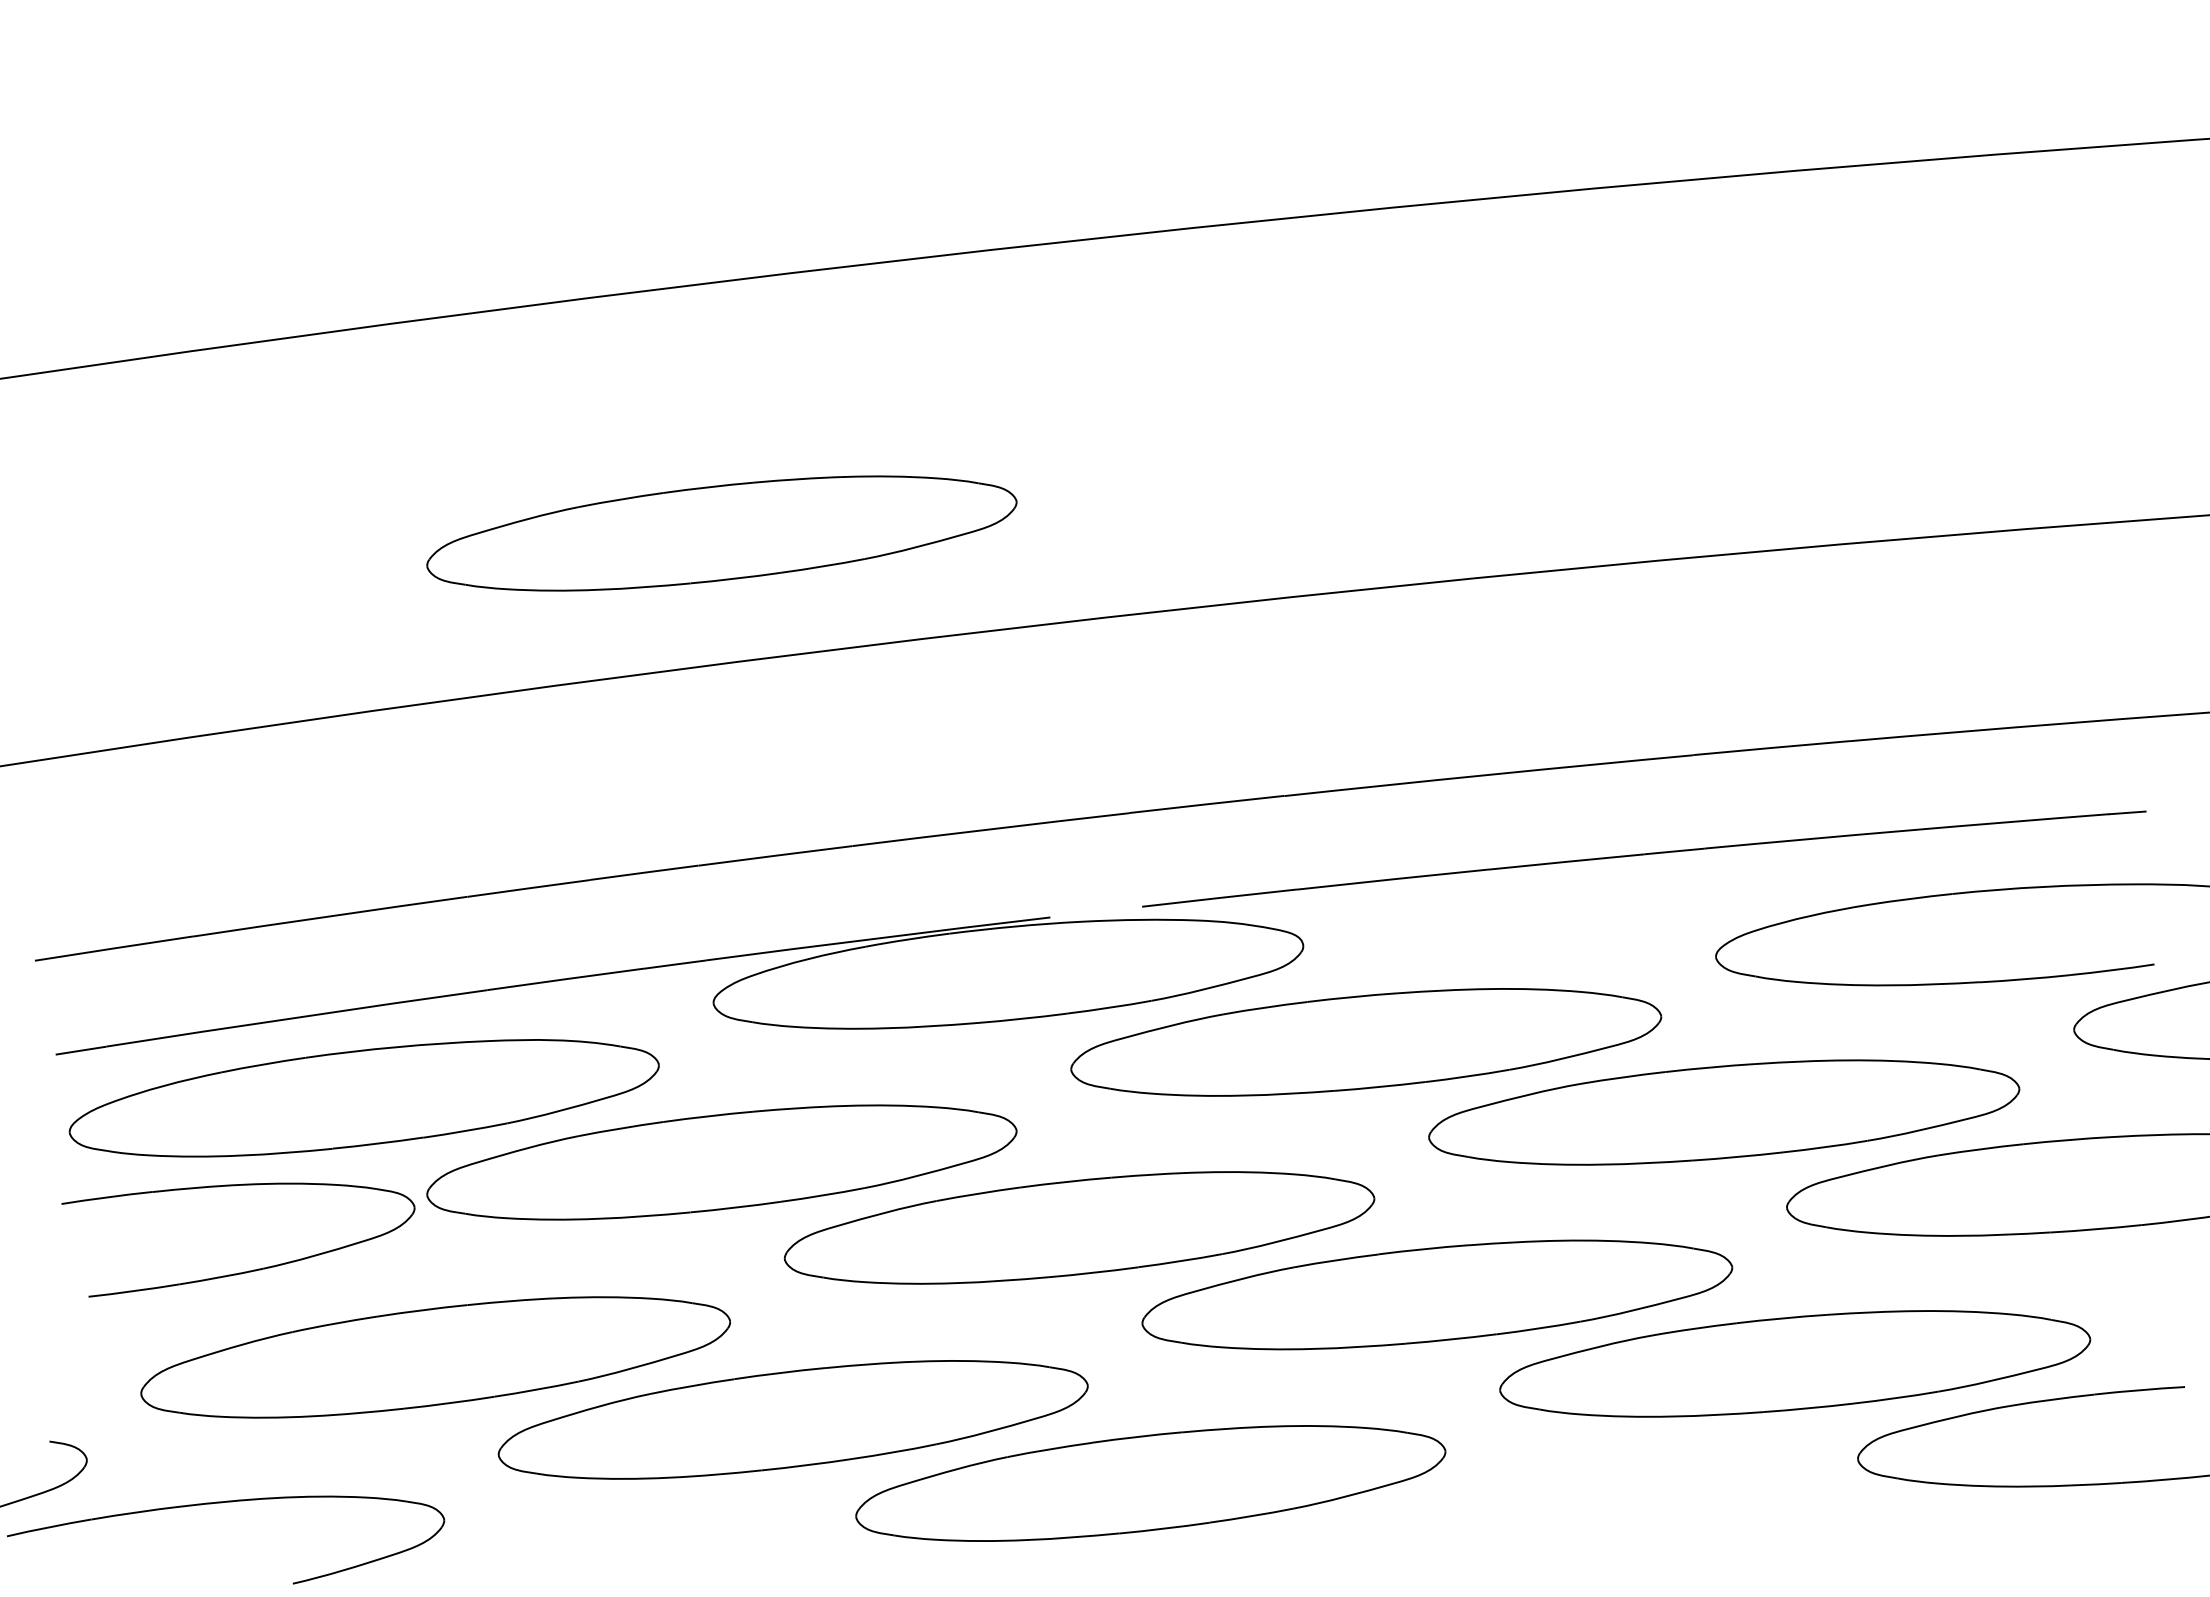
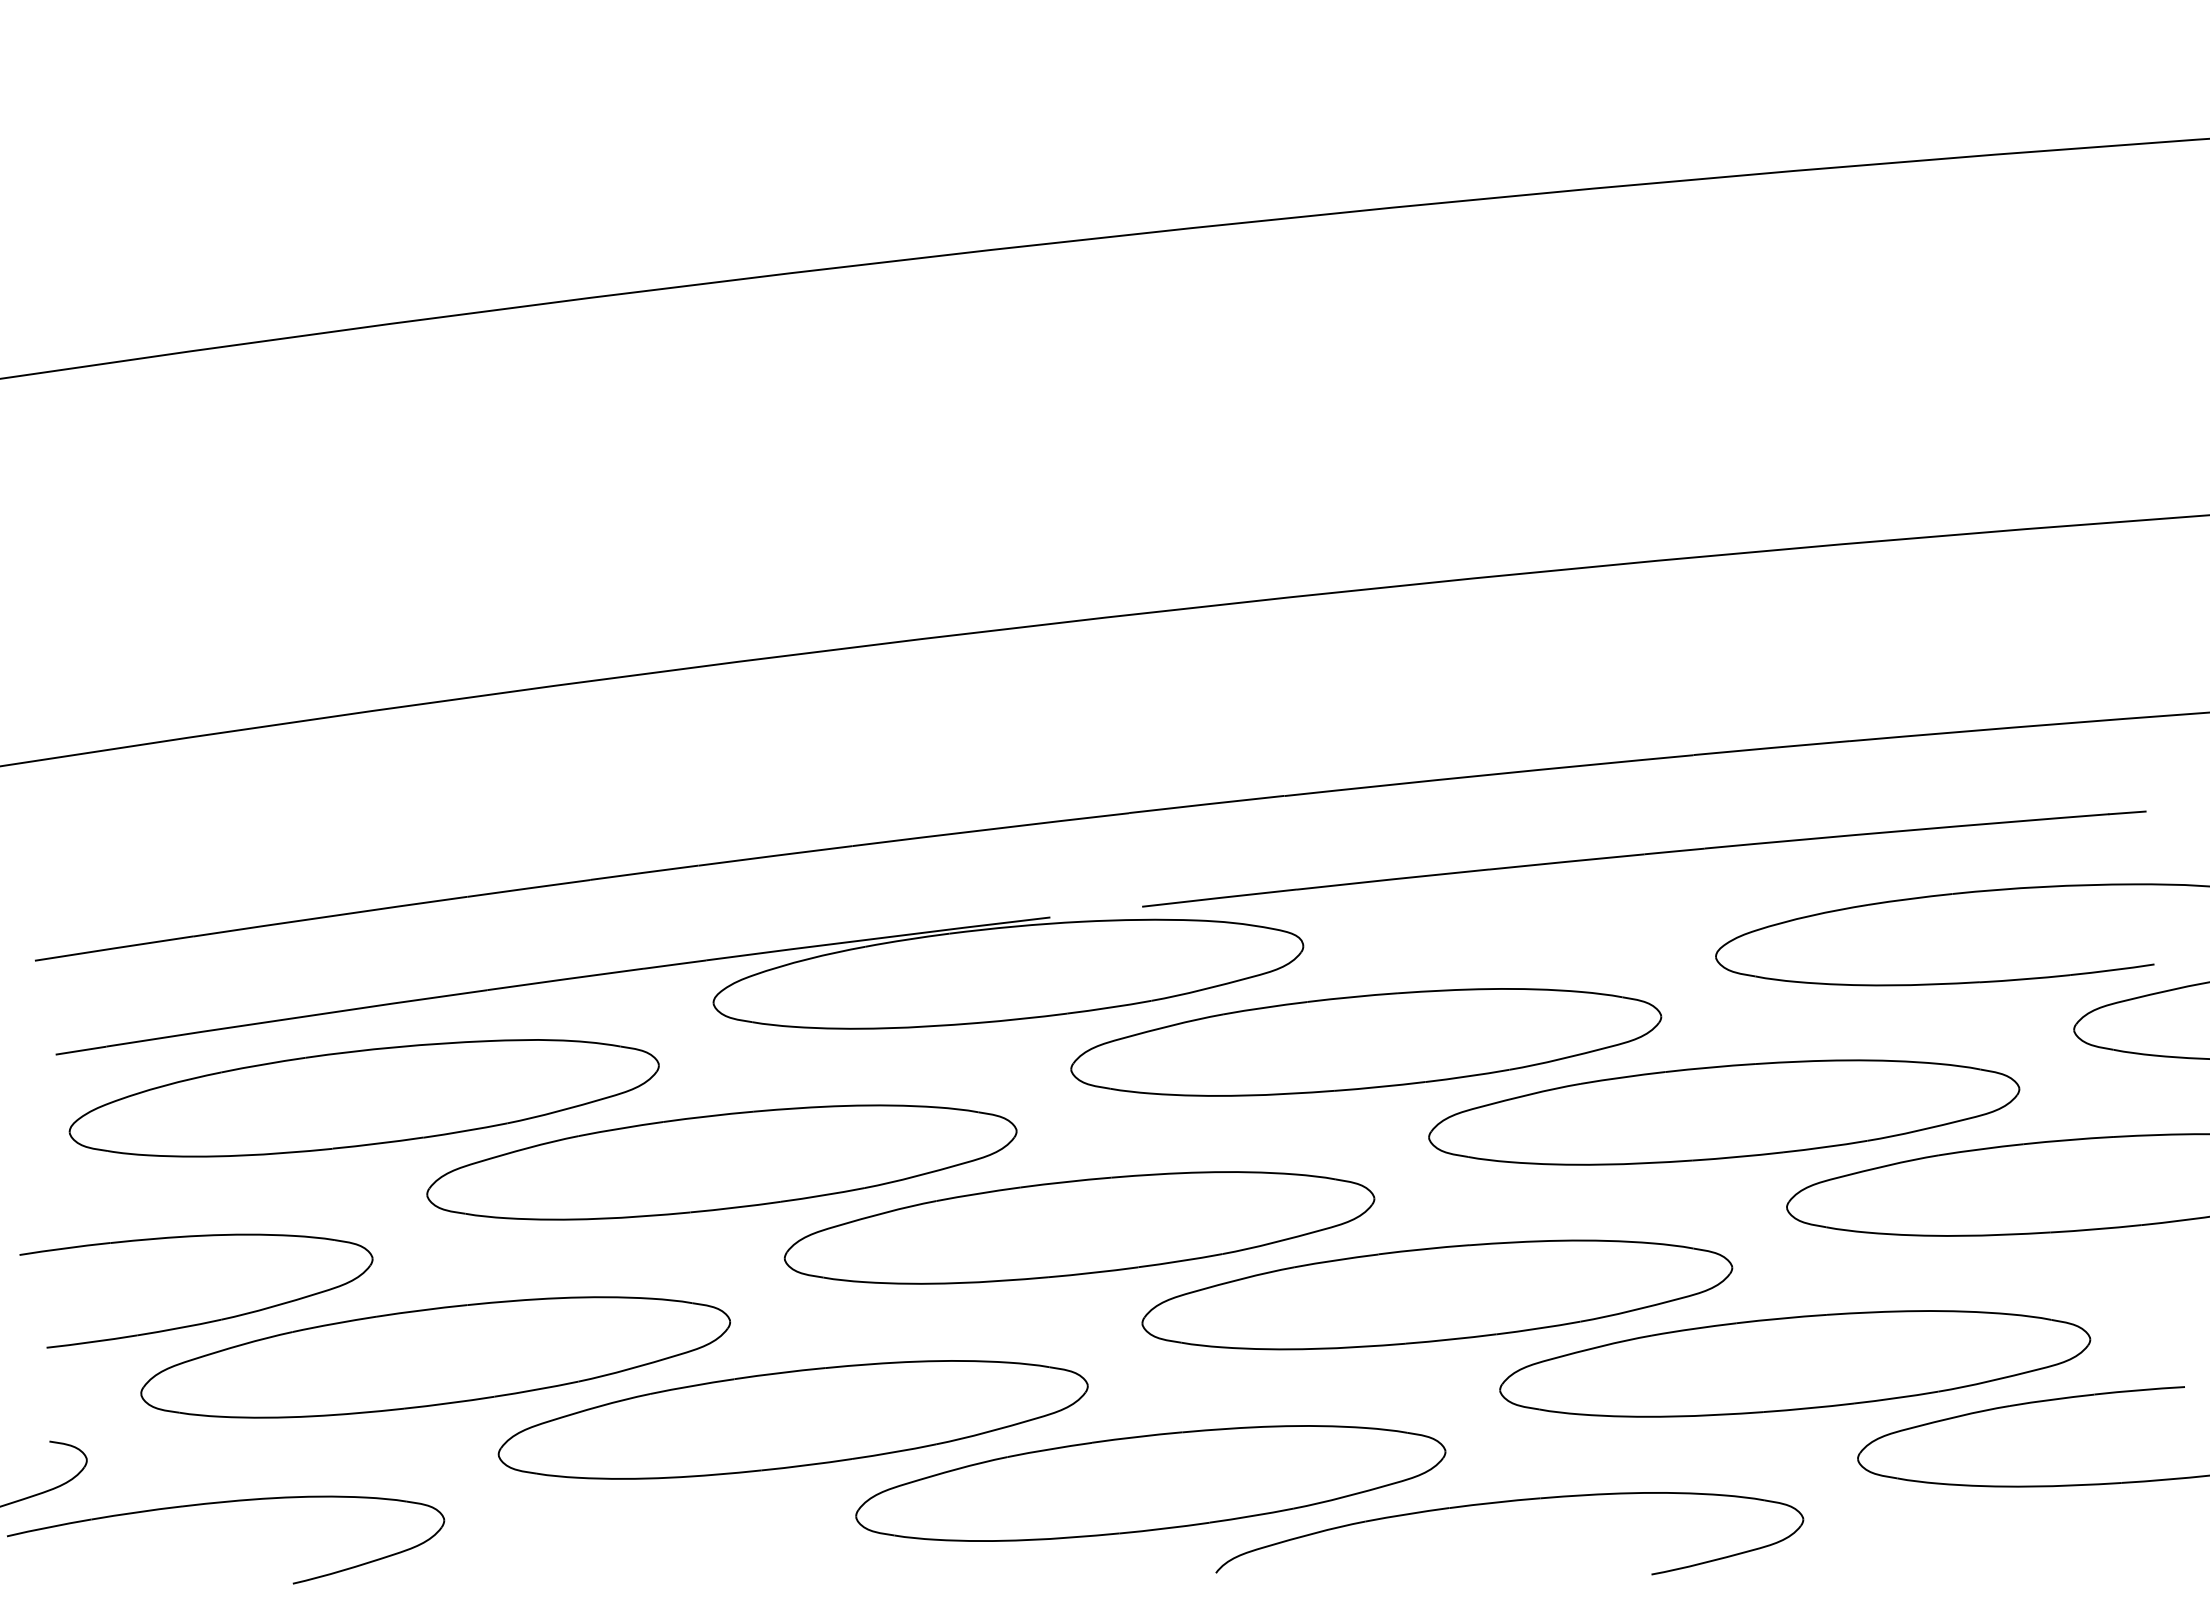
part at (721, 533): present -> none
part at (244, 1271) position: (244, 1271) -> (202, 1322)
part at (1508, 1502): none -> present
